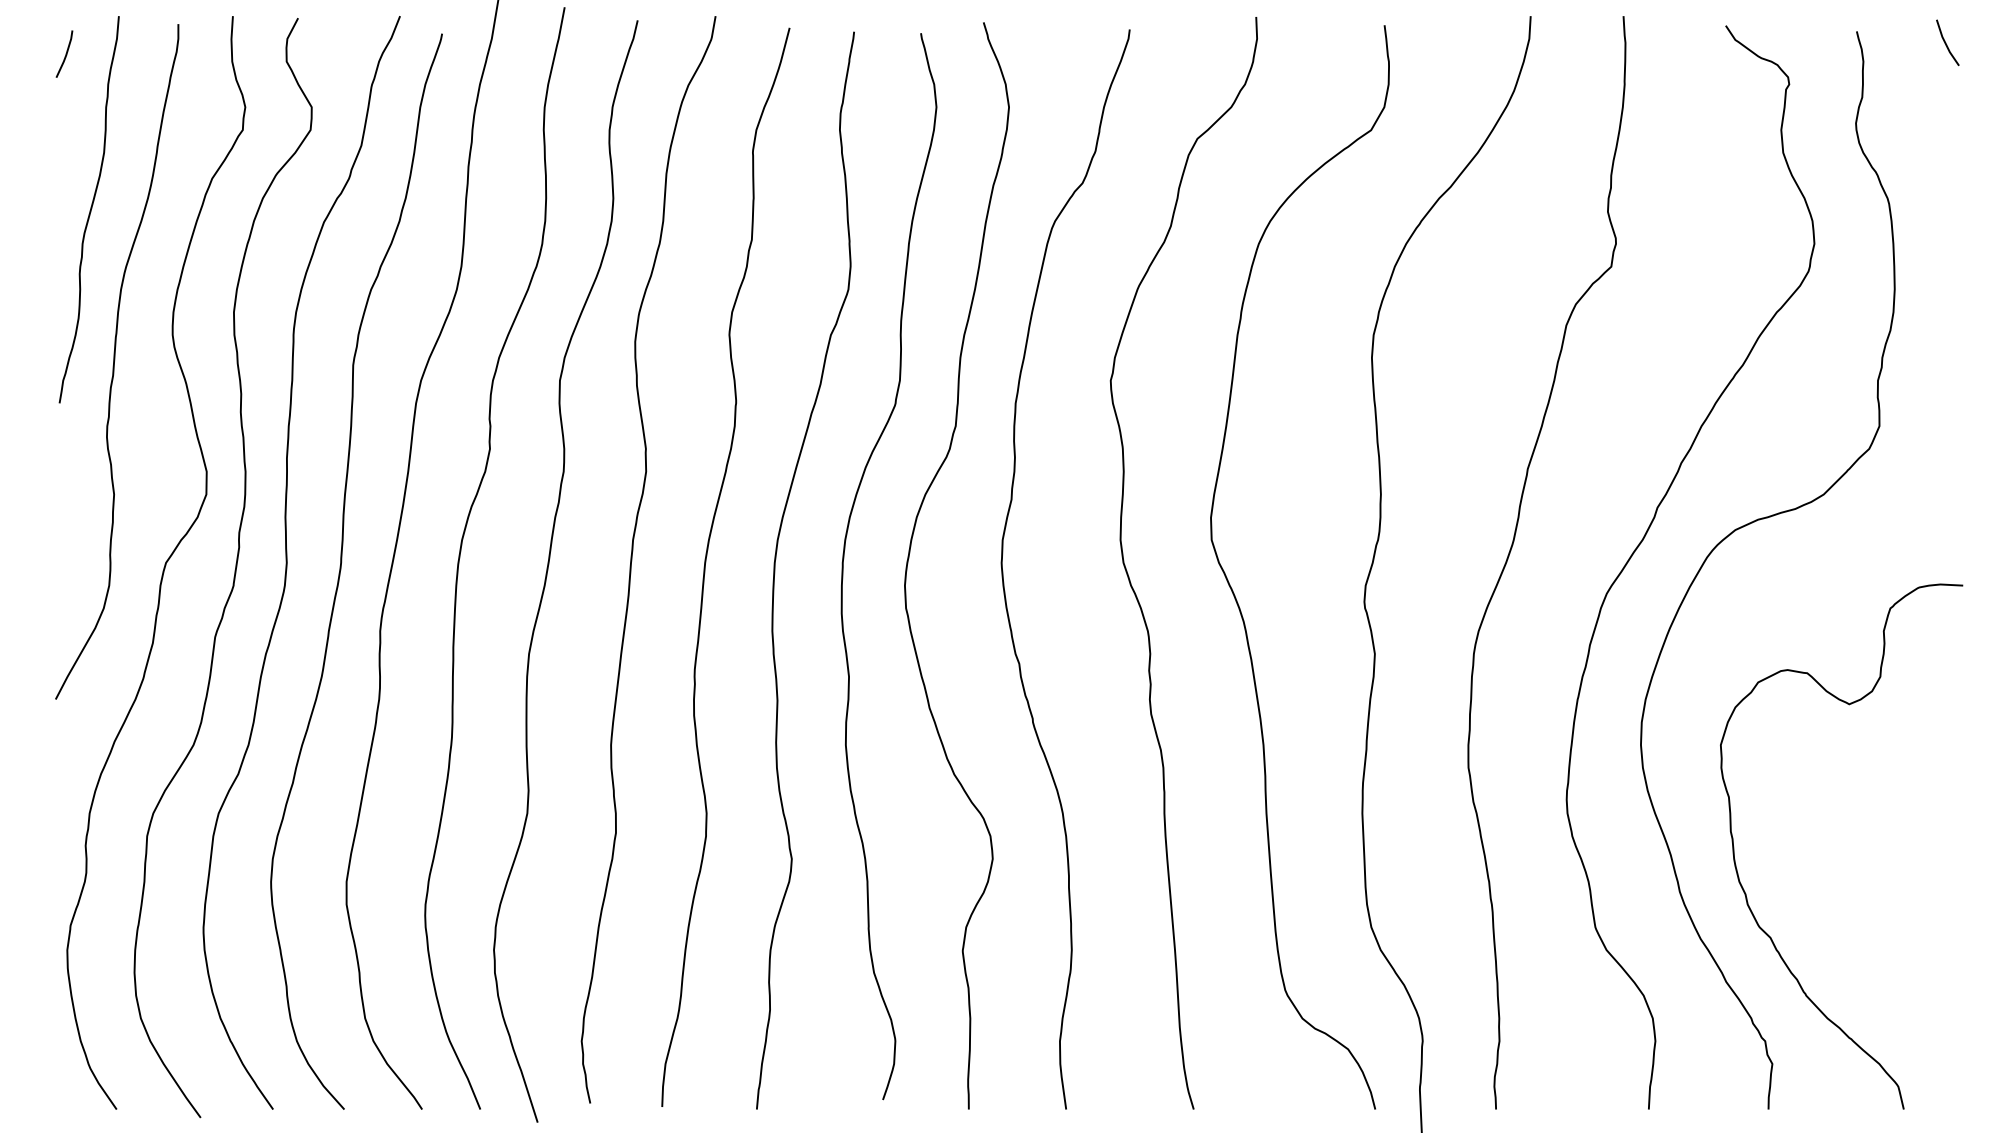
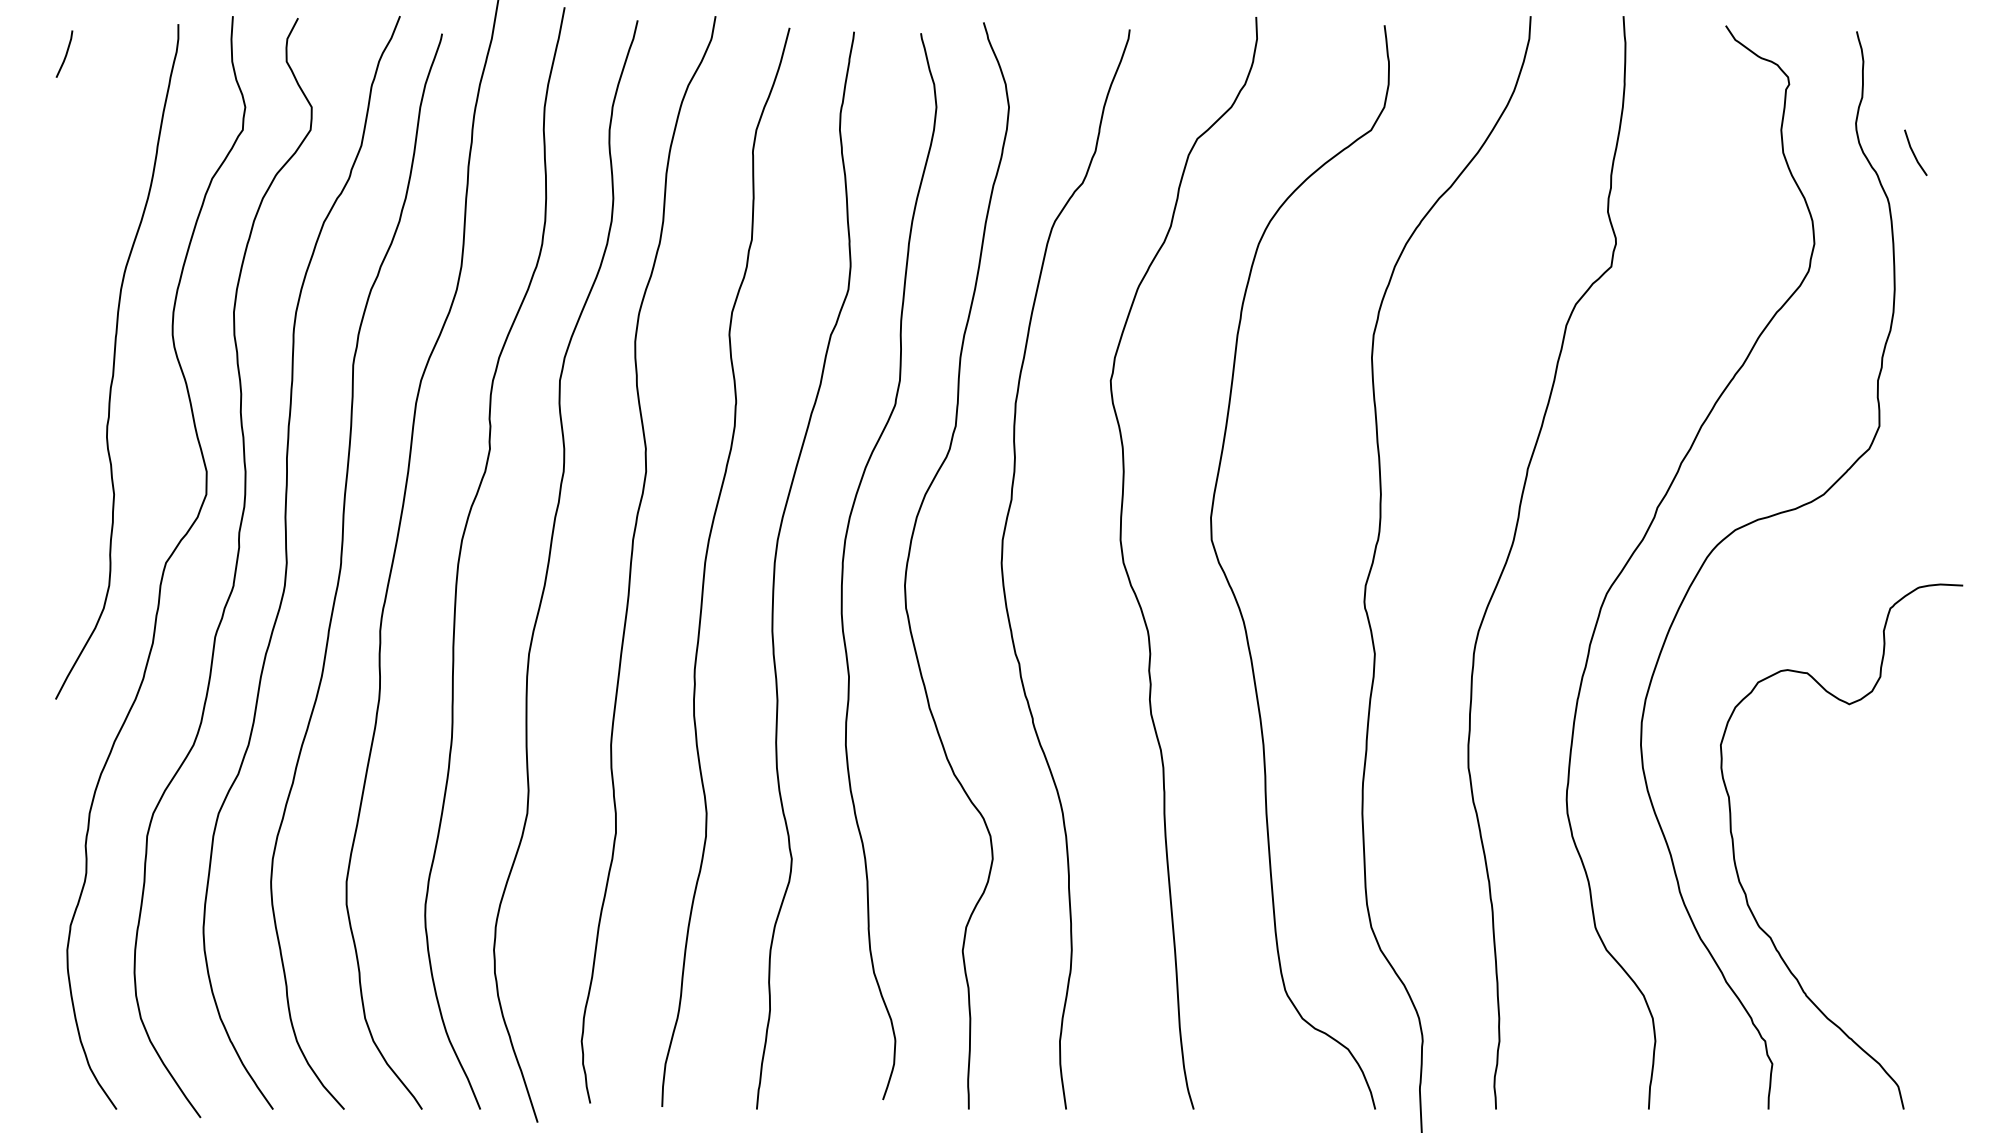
line at (1946, 42) position: (1946, 42) -> (1914, 152)
curve at (89, 210): present -> none
